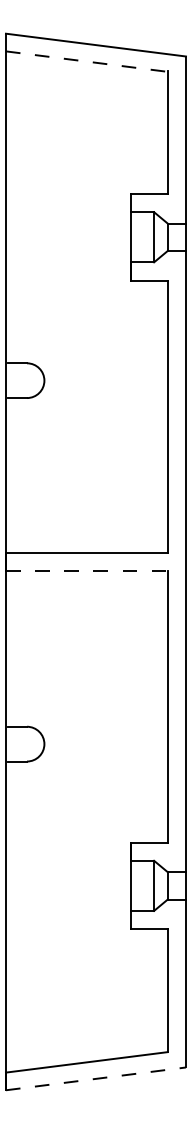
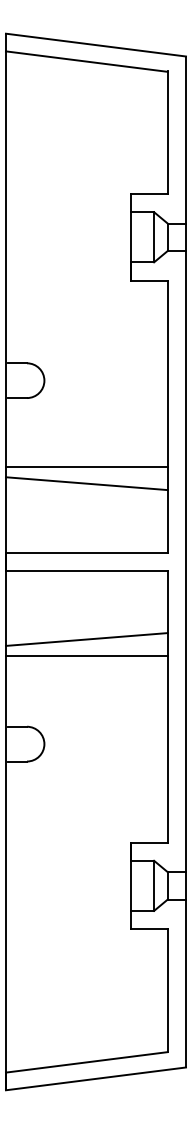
line at (86, 61): dashed -> solid
line at (86, 467): none -> present
line at (86, 483): none -> present
line at (86, 571): dashed -> solid
line at (86, 639): none -> present
line at (86, 656): none -> present
line at (96, 1078): dashed -> solid
